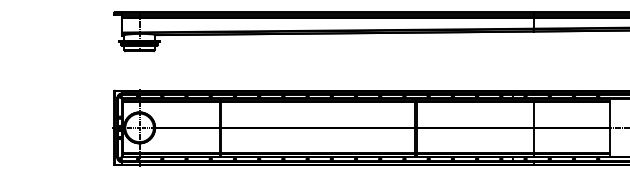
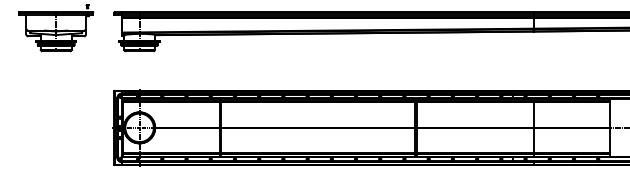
part at (56, 28): none -> present
